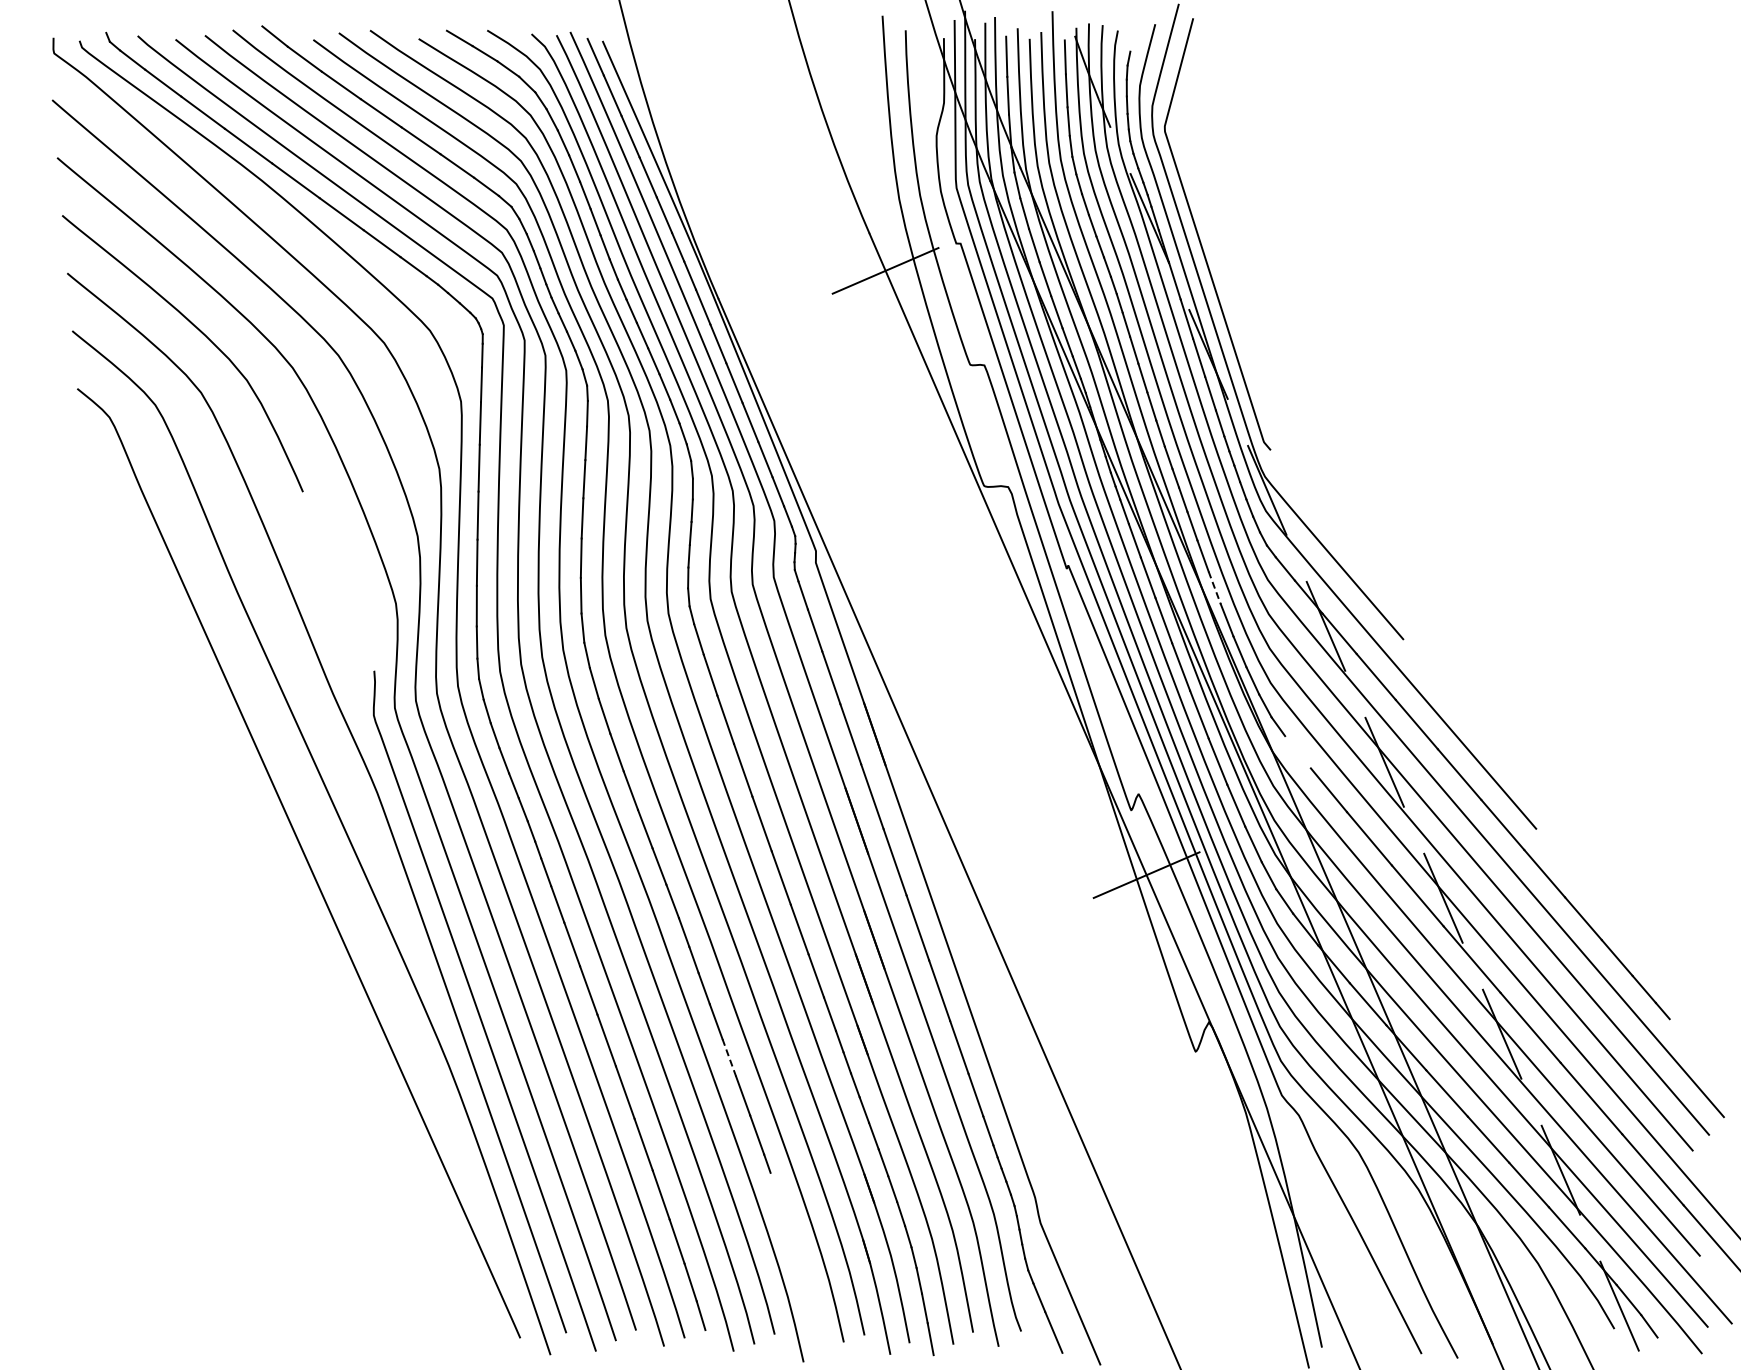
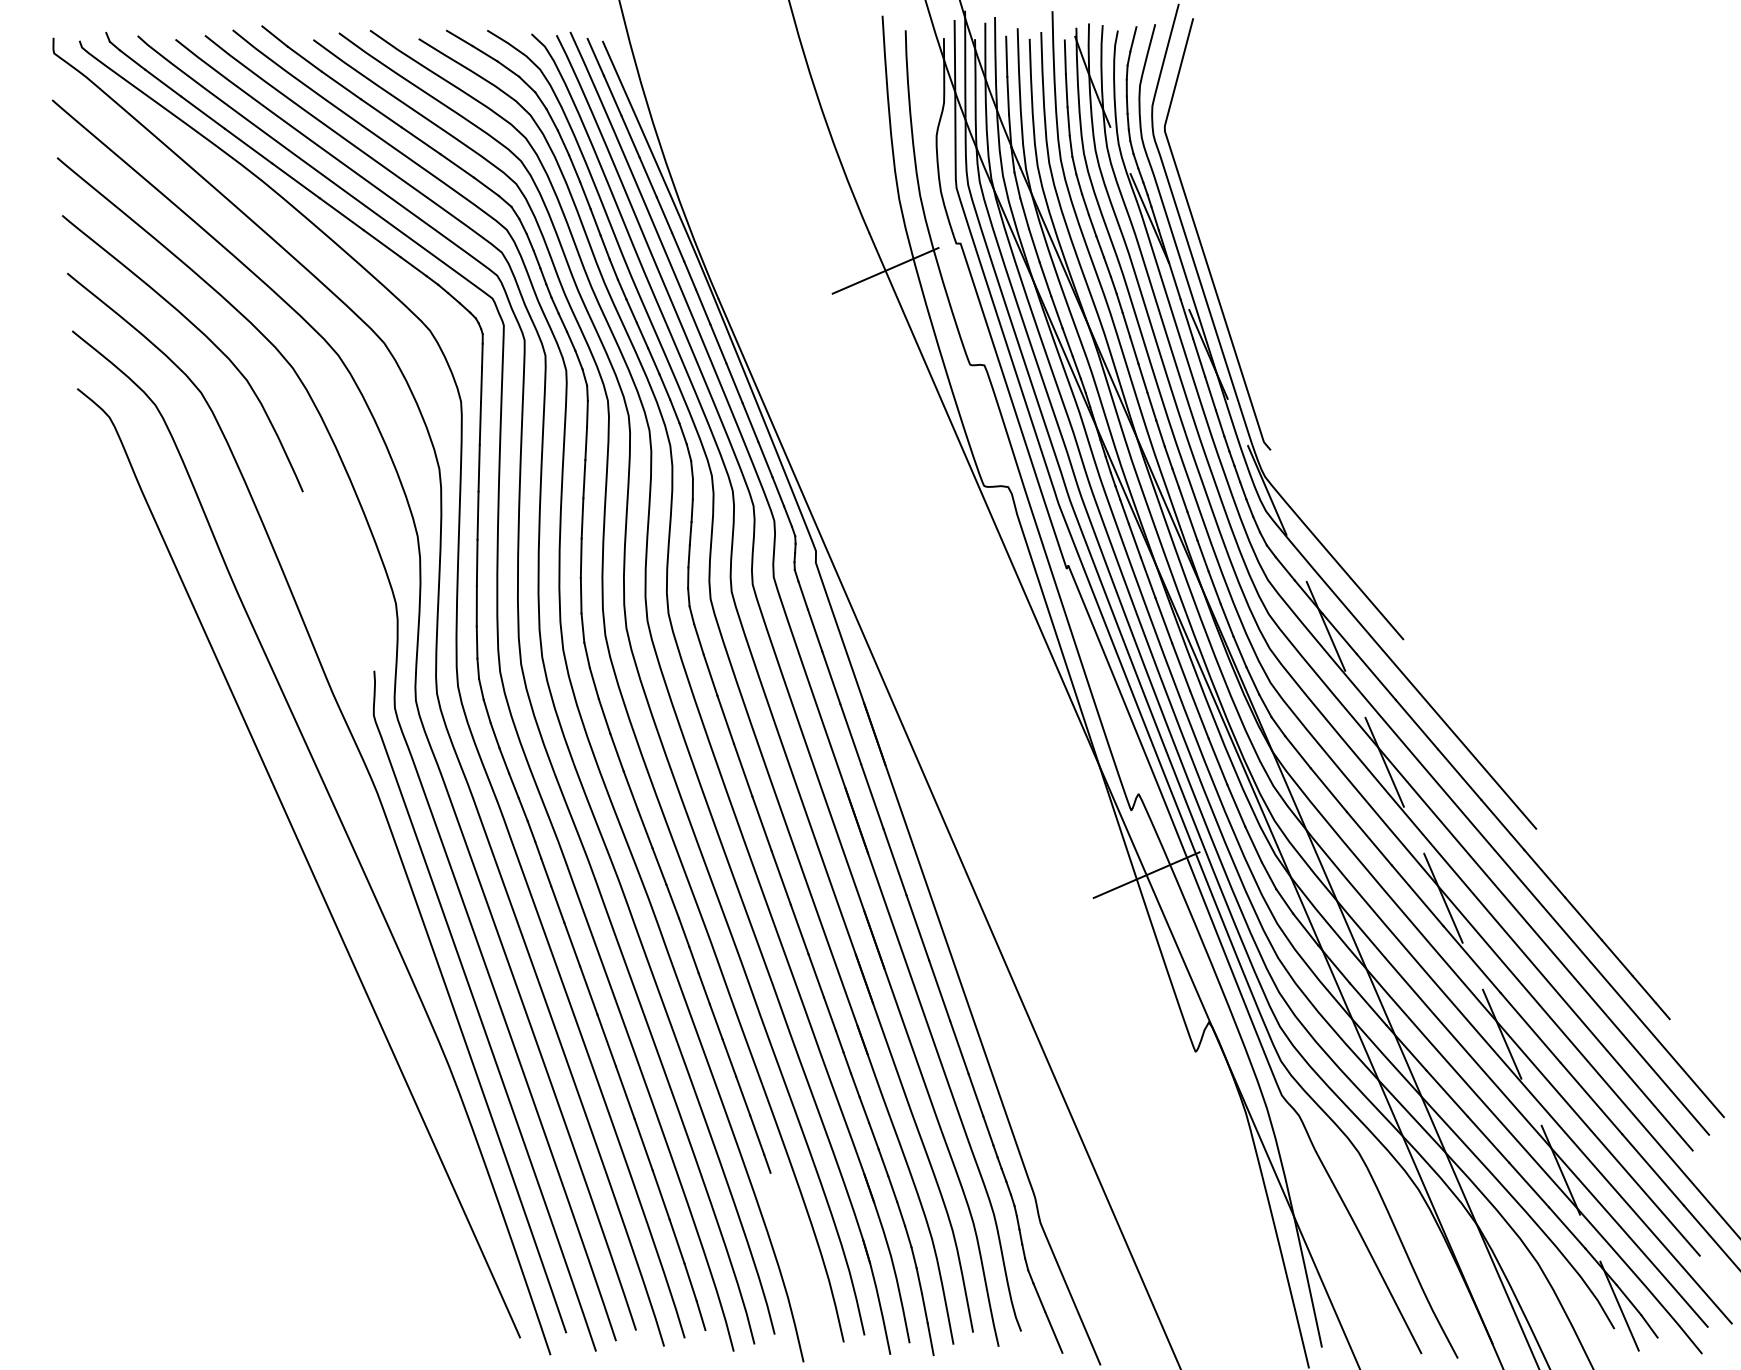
line at (1133, 39): none -> present
line at (1214, 588): dashed -> solid
line at (1297, 752): none -> present
line at (729, 1057): dashed -> solid
